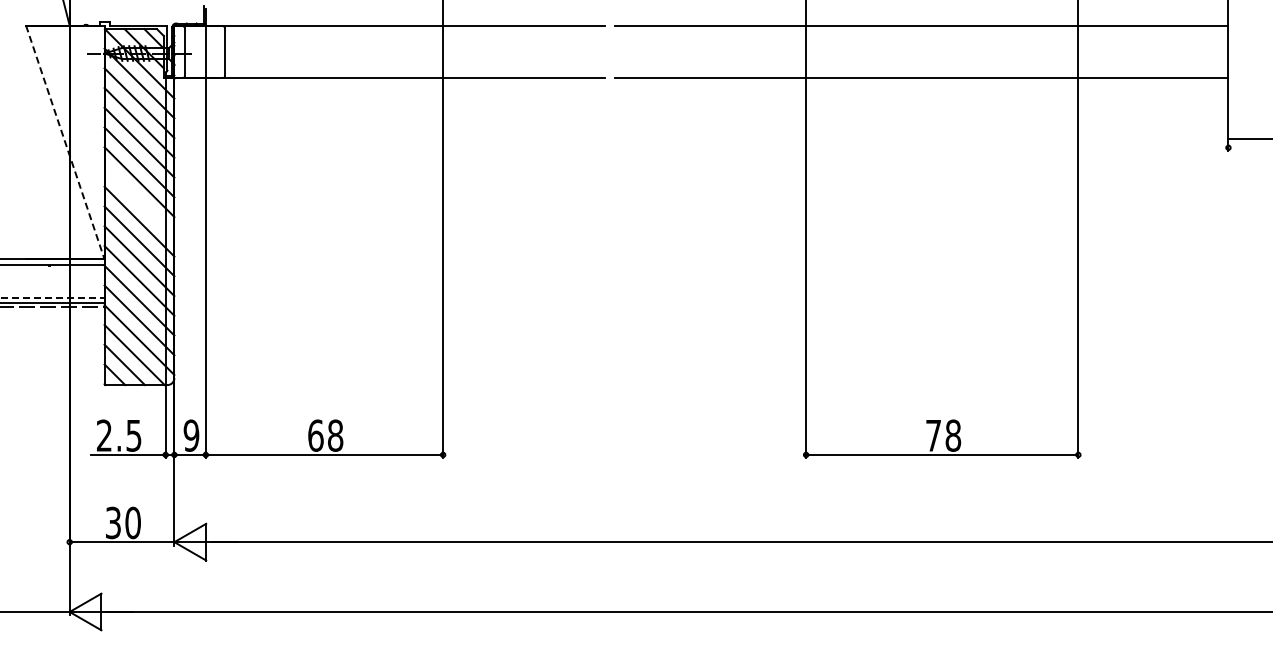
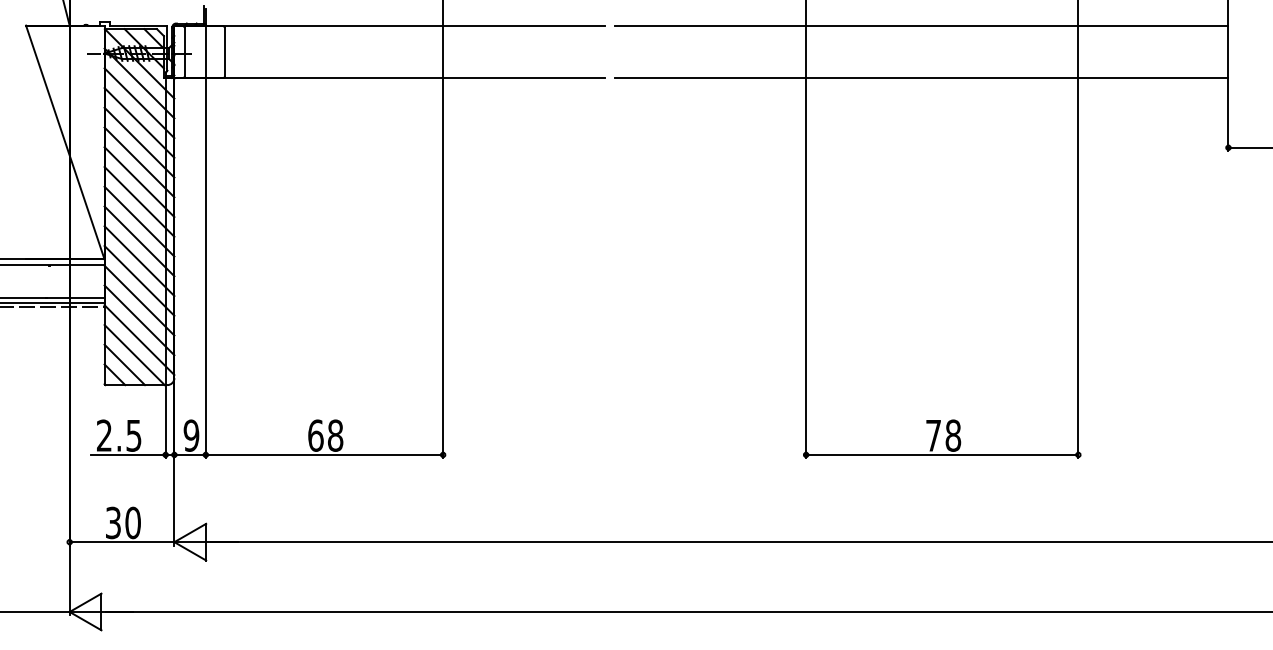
line at (1248, 138) position: (1248, 138) -> (1248, 147)
line at (65, 143): dashed -> solid
line at (139, 201): none -> present
line at (52, 297): dashed -> solid
